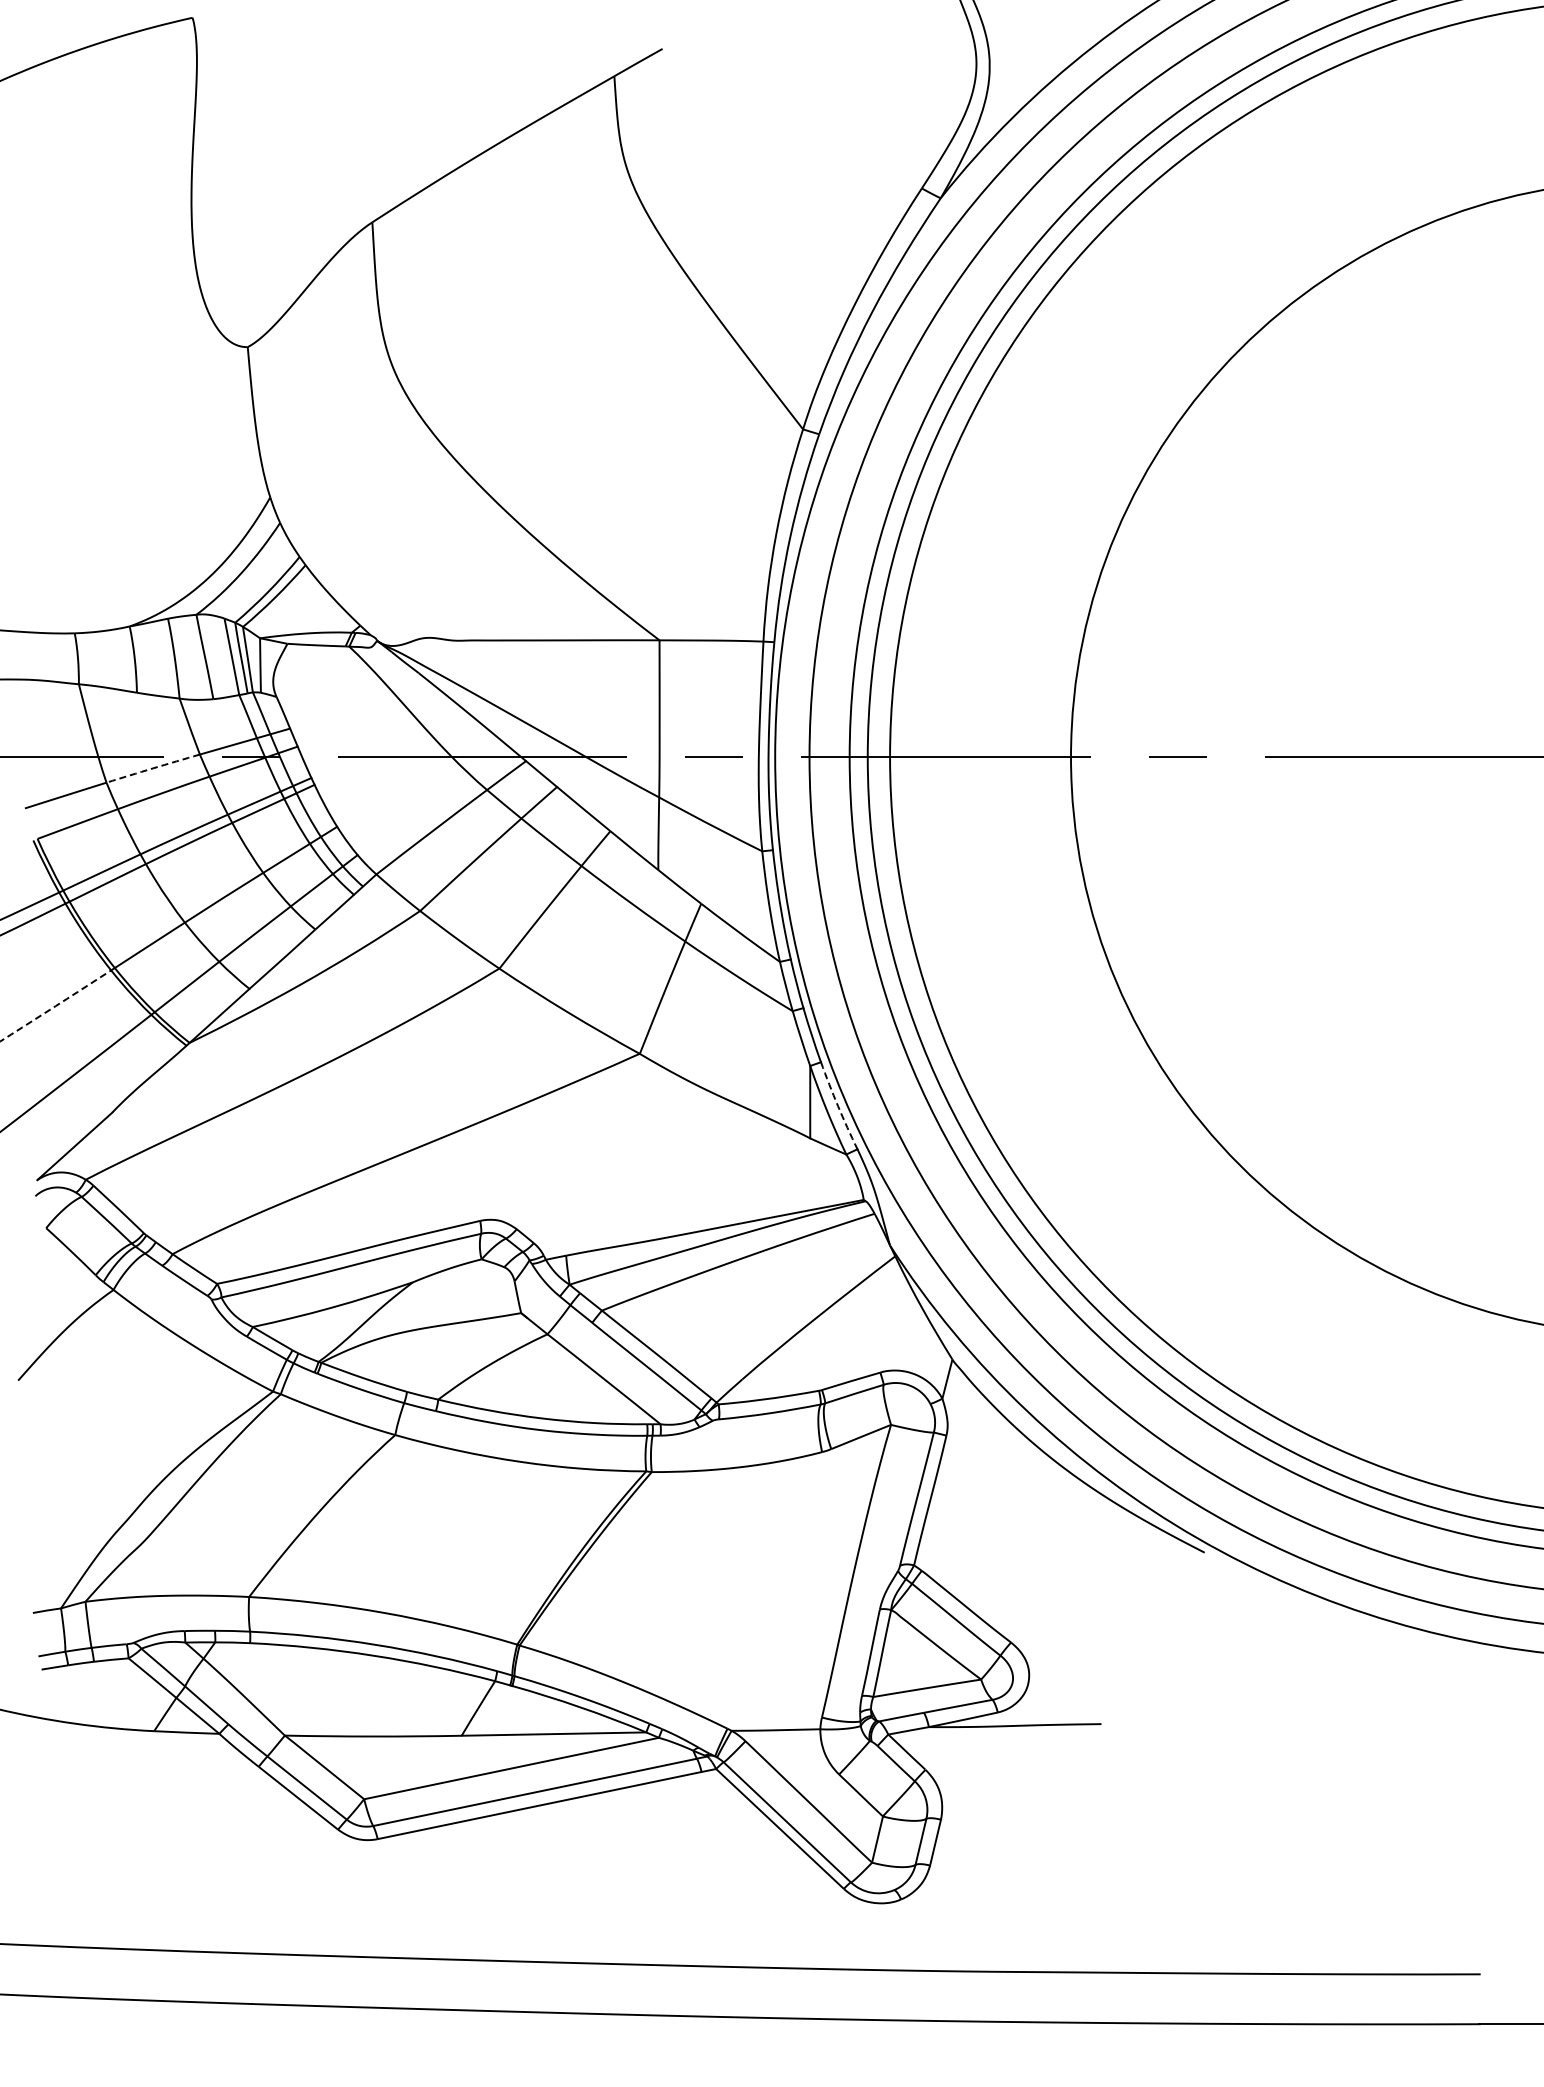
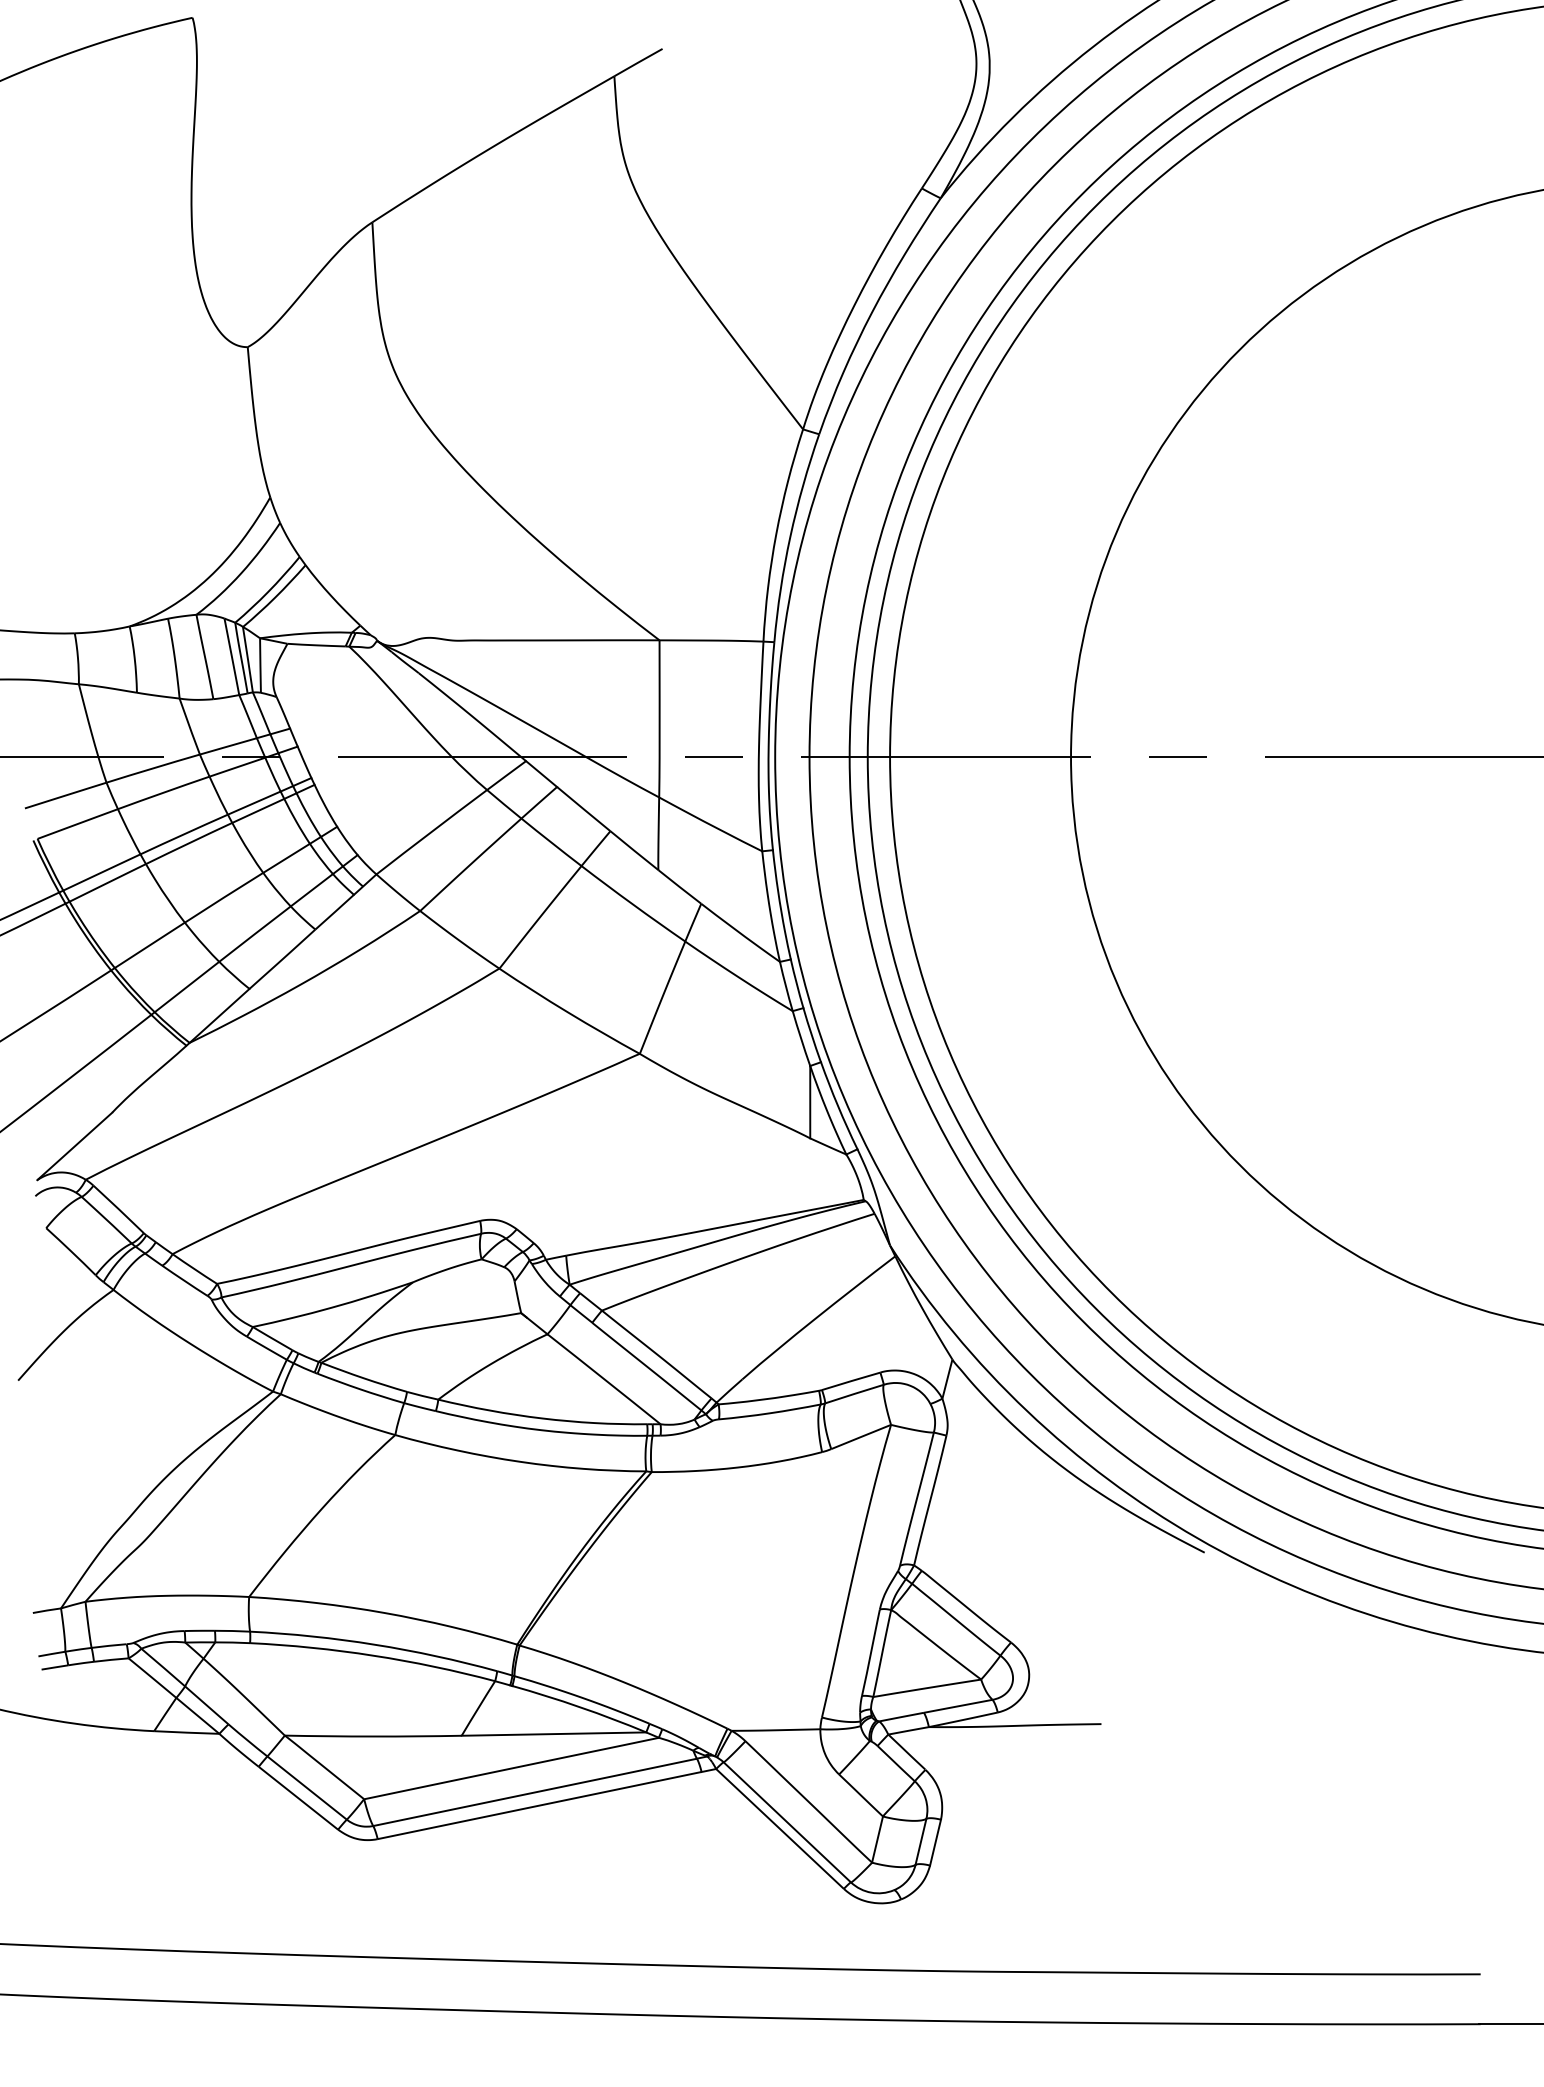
arc at (153, 768): dashed -> solid
arc at (55, 1005): dashed -> solid
arc at (838, 1106): dashed -> solid
